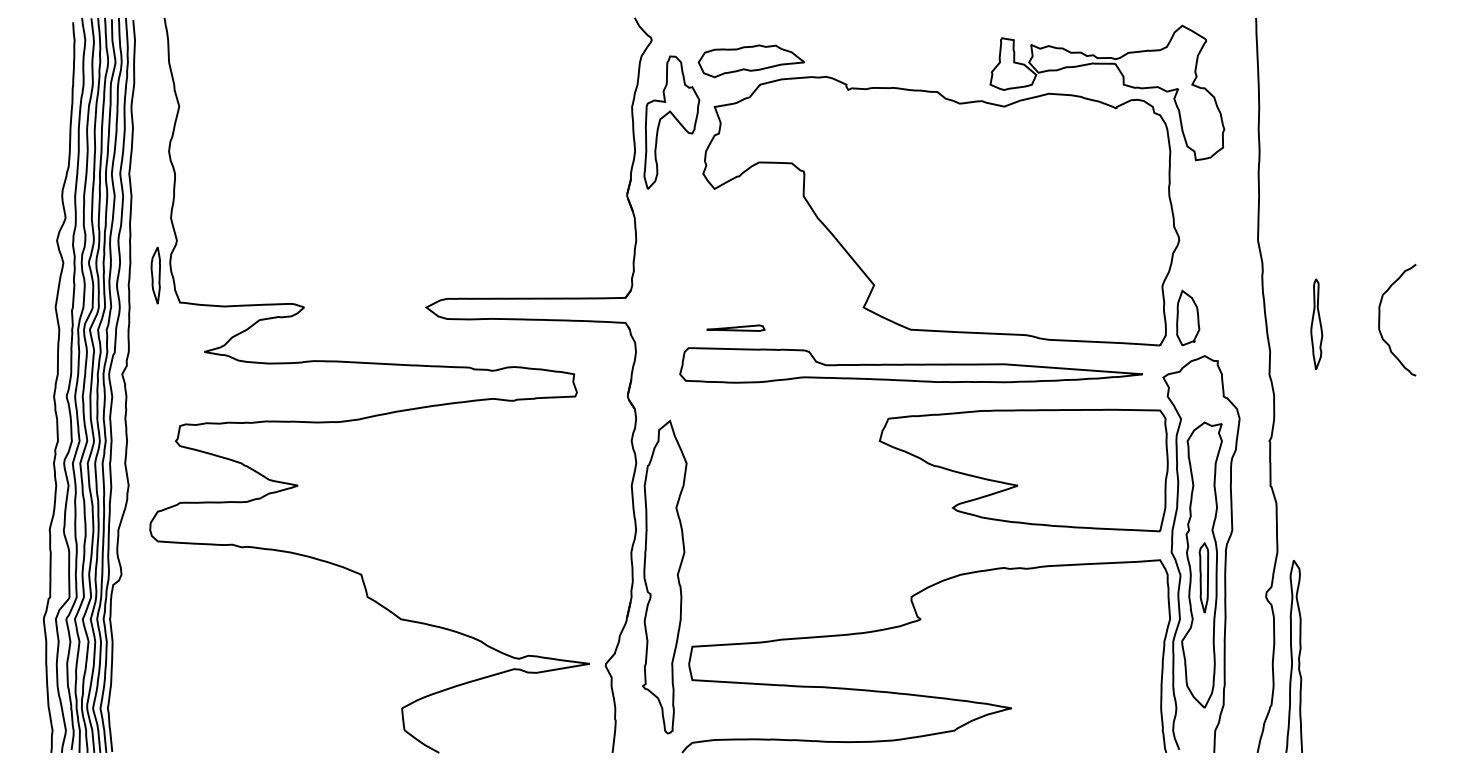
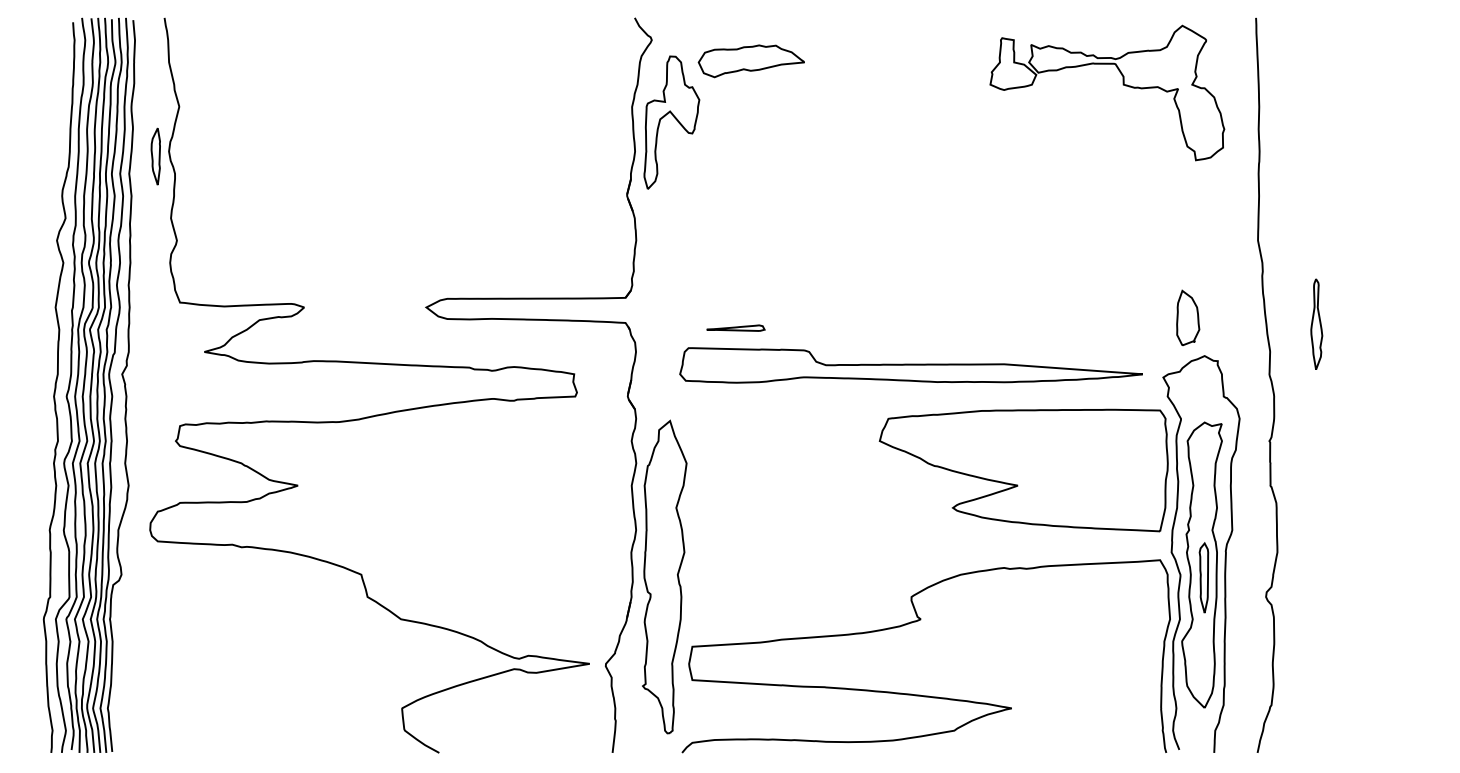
part at (941, 211): present -> none
part at (155, 275) position: (155, 275) -> (155, 156)
curve at (1380, 320): present -> none
curve at (1292, 656): present -> none
